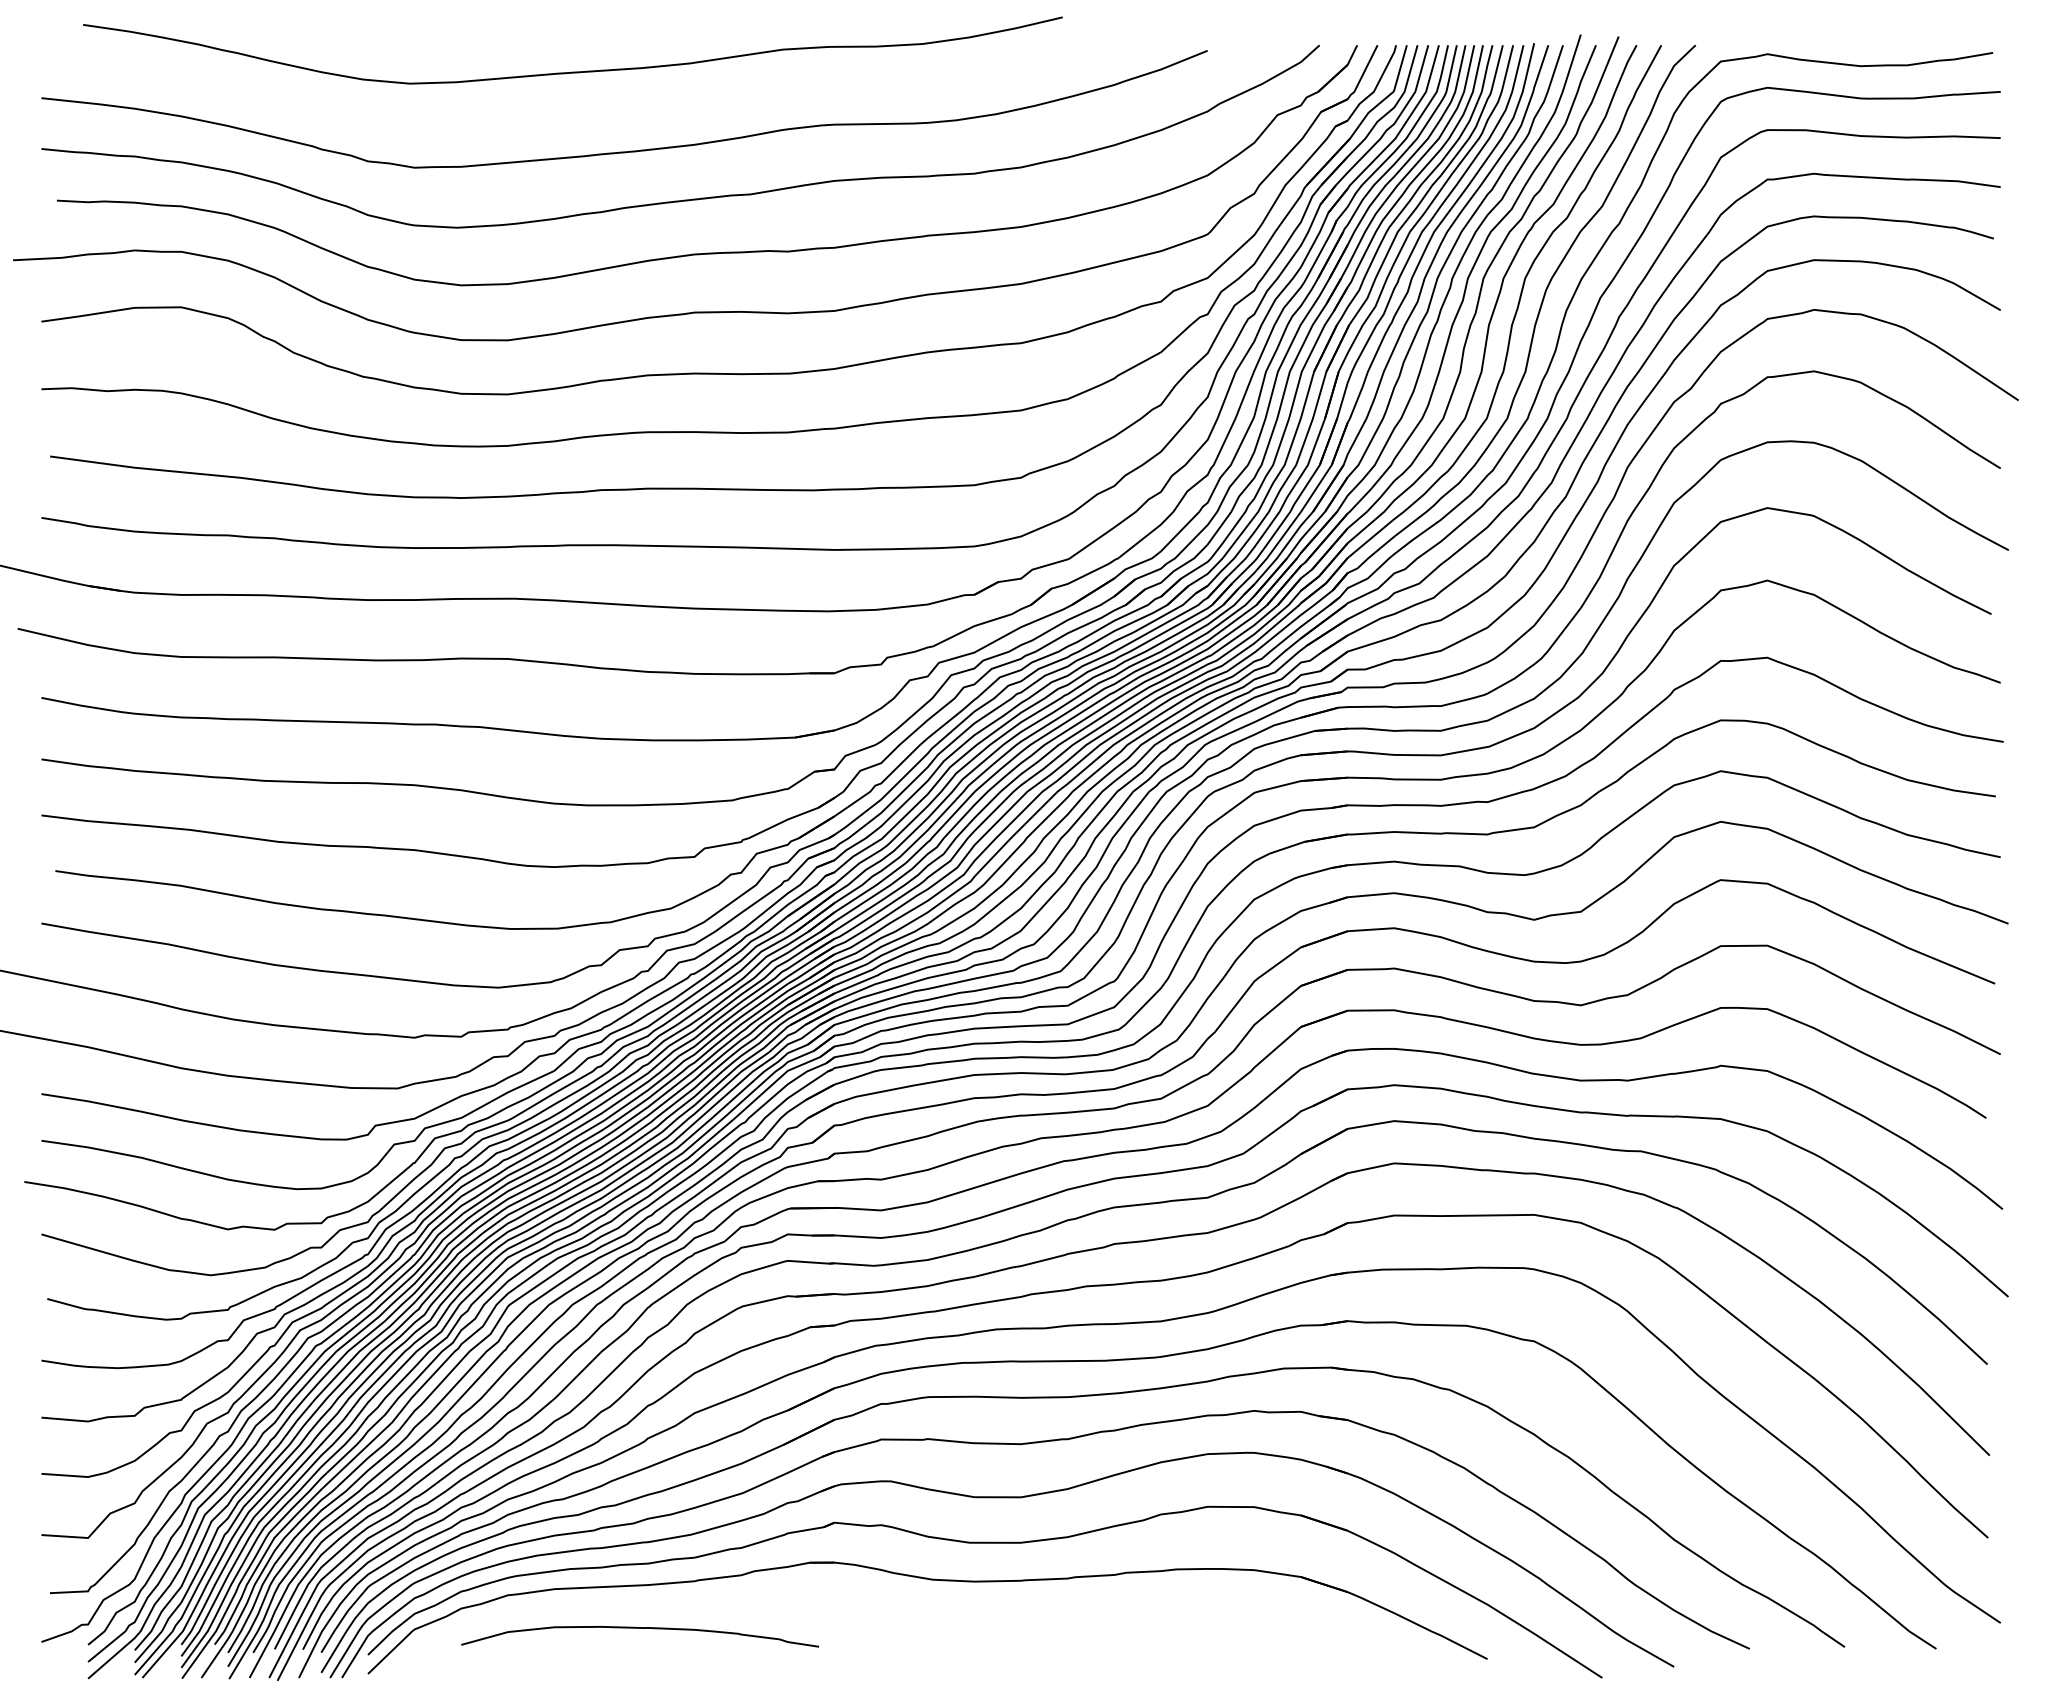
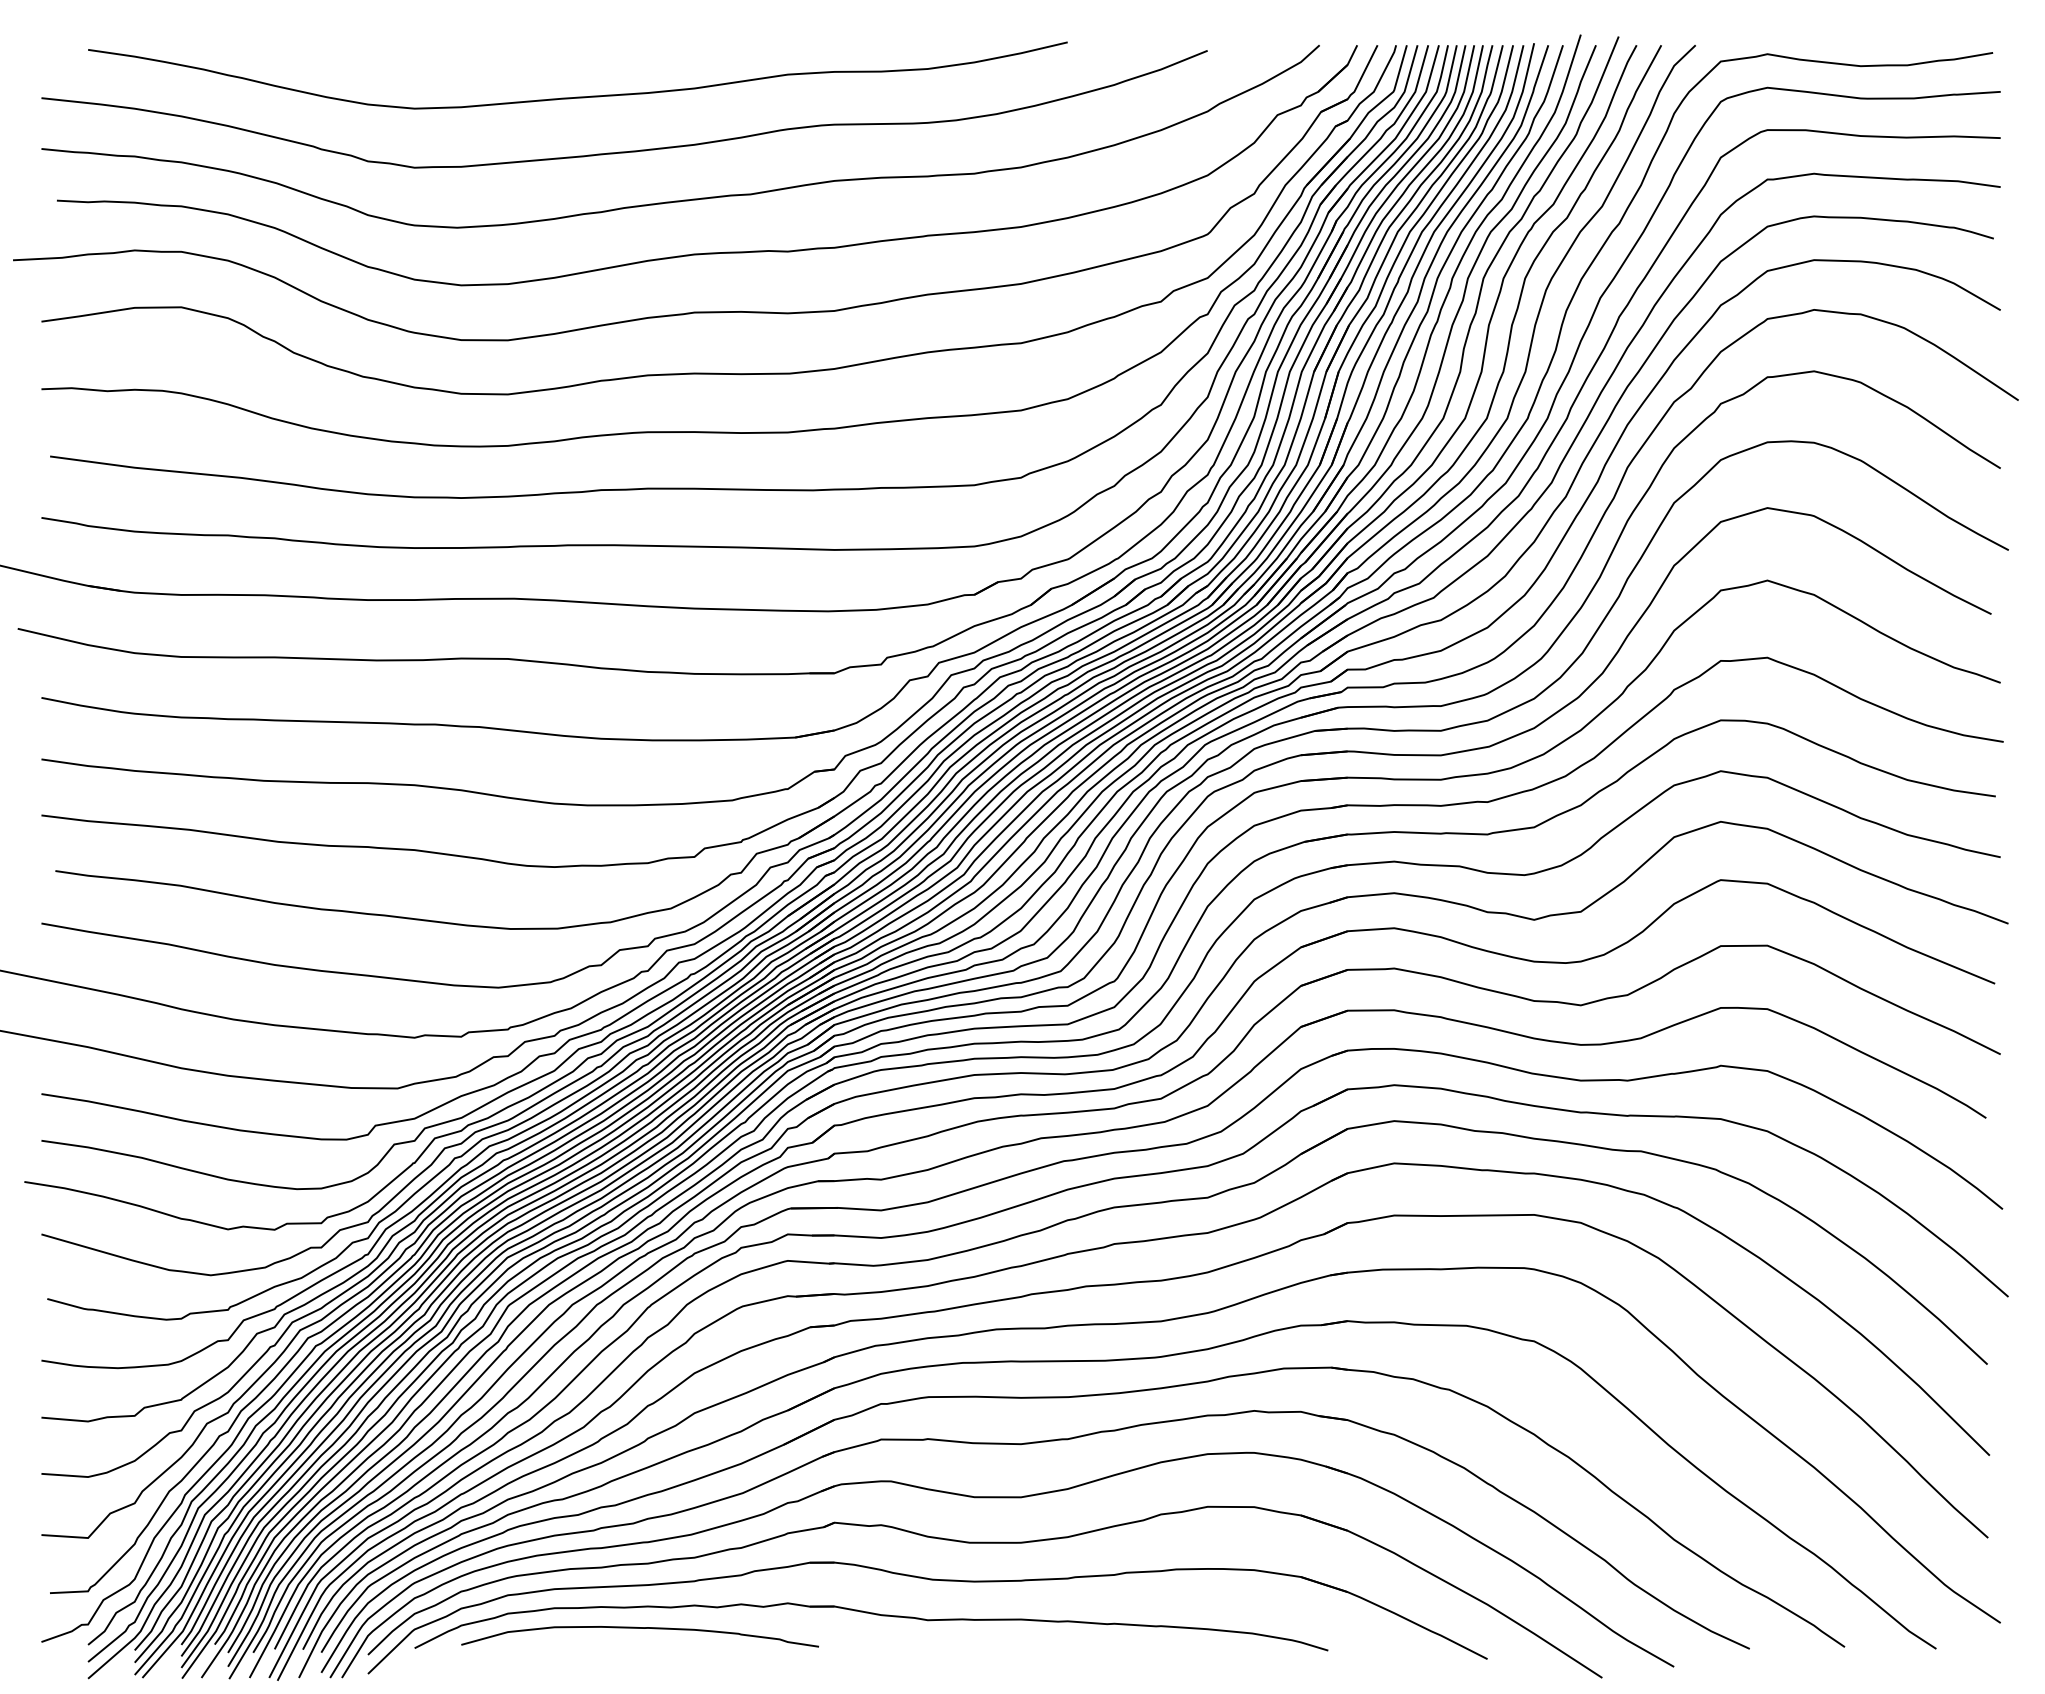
curve at (572, 71) position: (572, 71) -> (577, 96)
part at (871, 1614): none -> present
